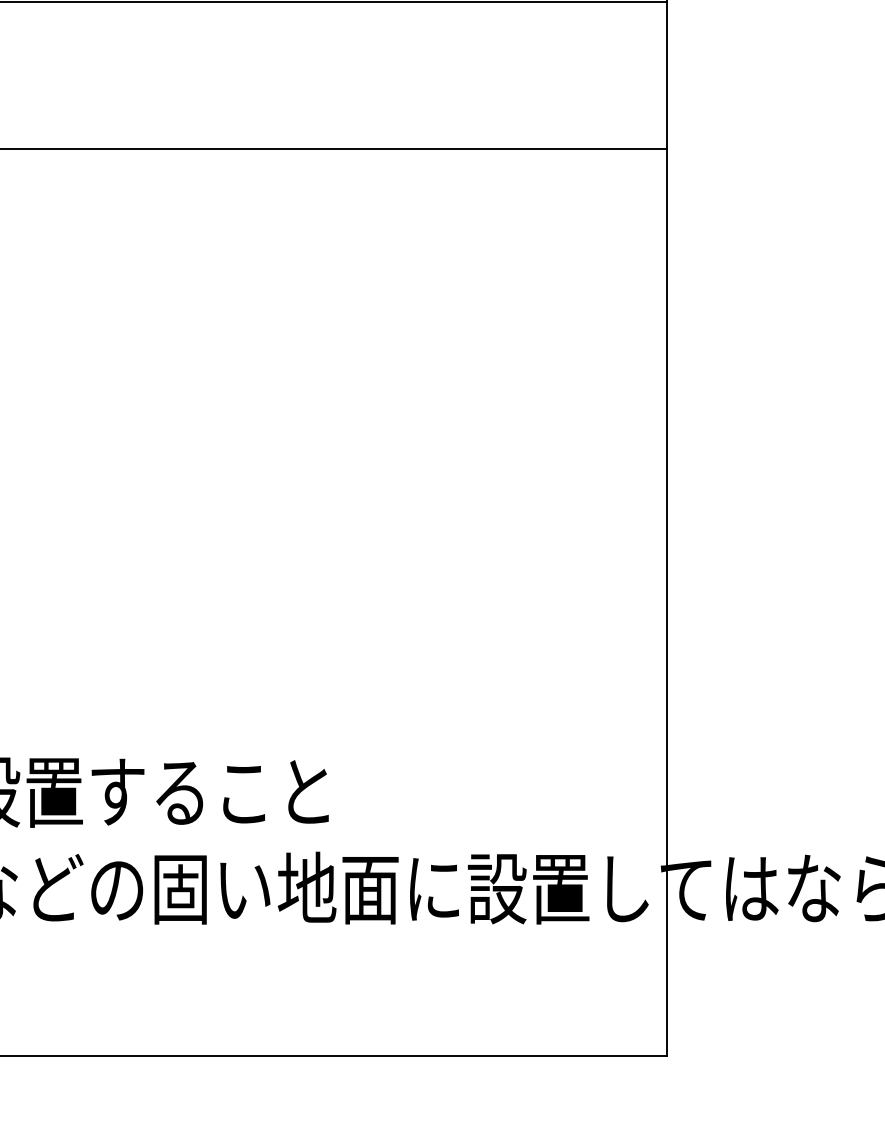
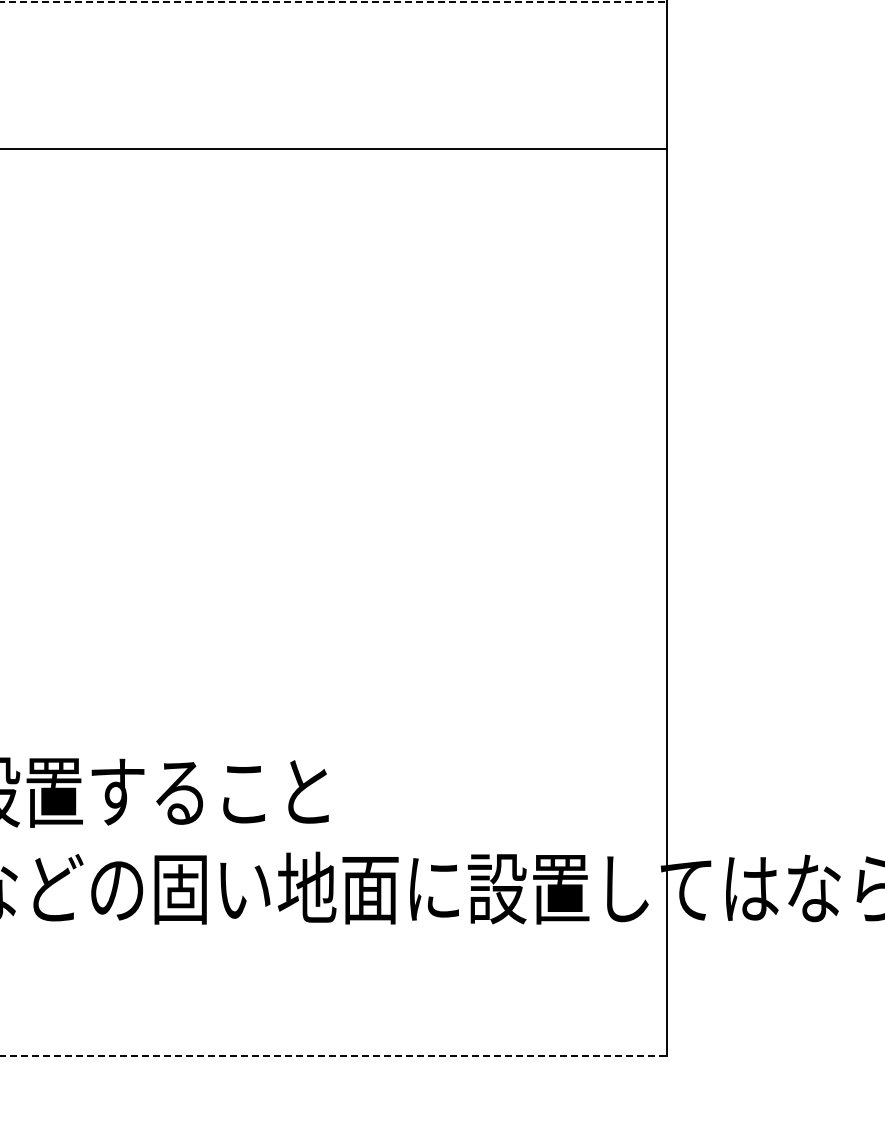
line at (333, 1): solid -> dashed
line at (333, 1056): solid -> dashed
